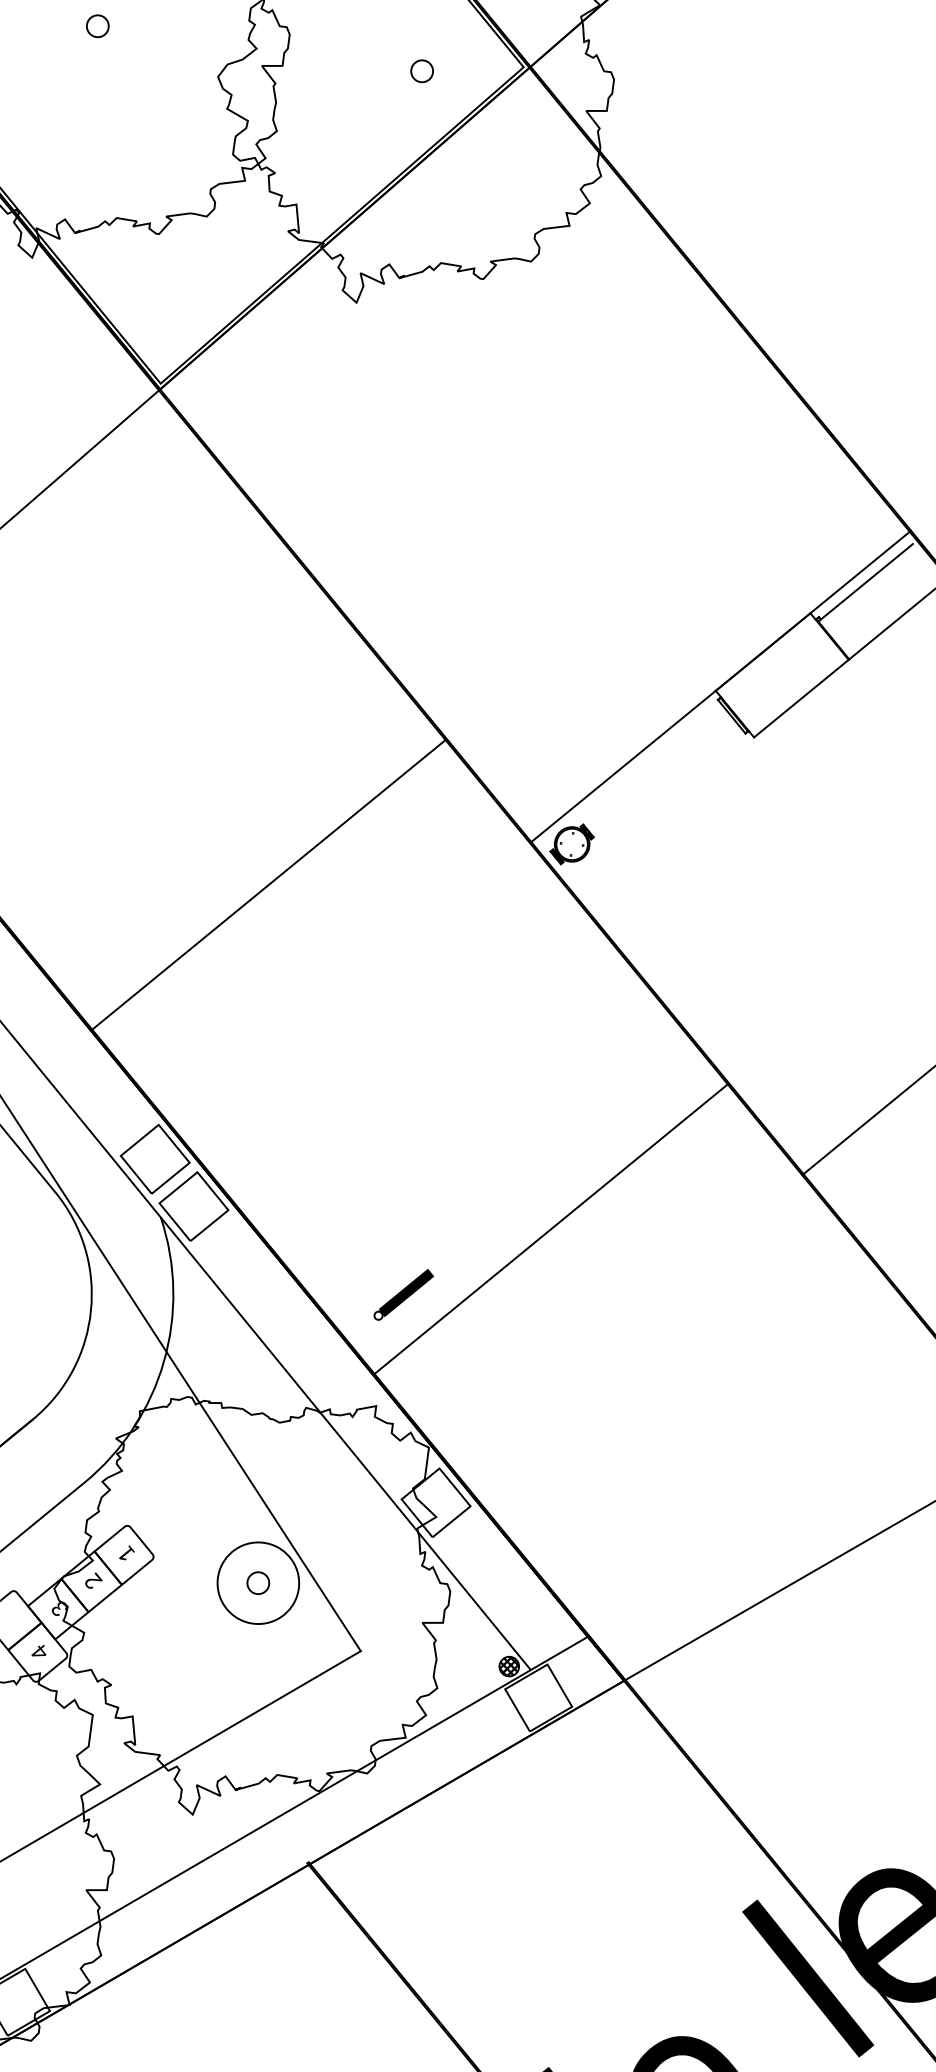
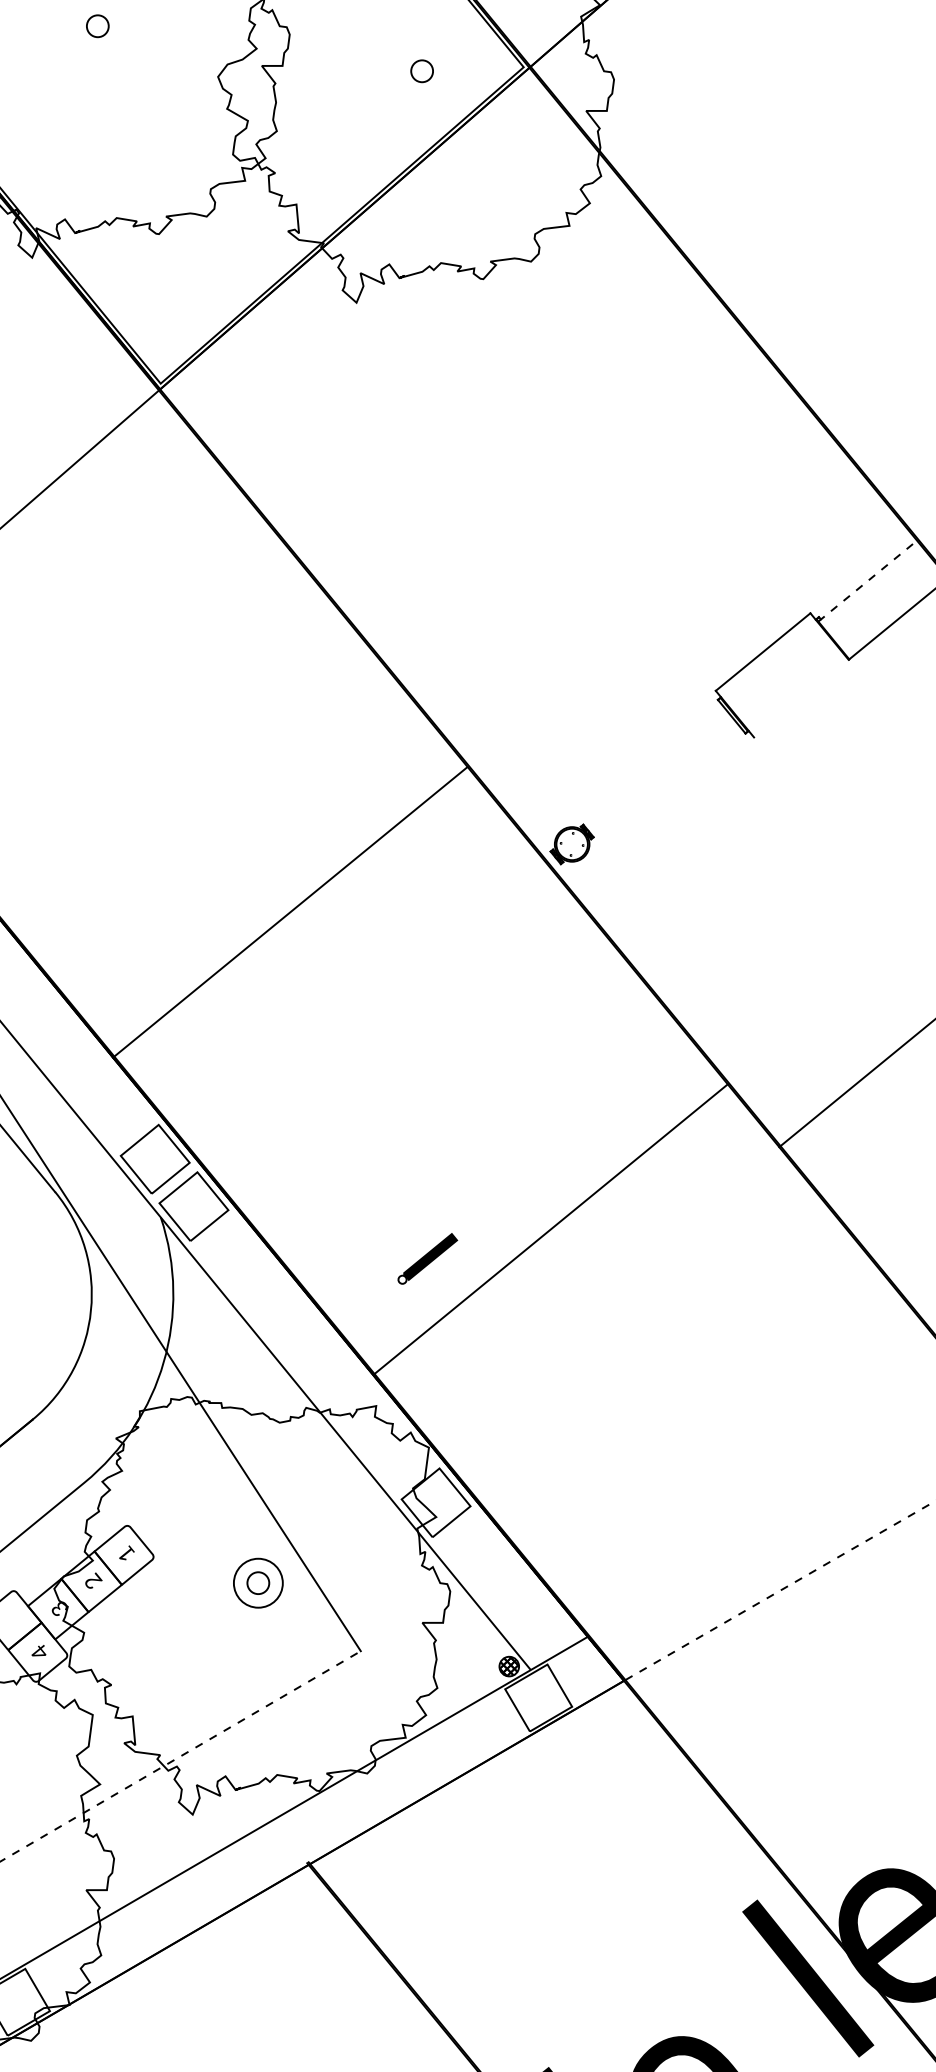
line at (866, 582): solid -> dashed
line at (720, 686): present -> none
line at (801, 698): present -> none
line at (268, 885) position: (268, 885) -> (290, 912)
line at (867, 1121) position: (867, 1121) -> (855, 1084)
part at (403, 1294) position: (403, 1294) -> (427, 1258)
circle at (258, 1583) diameter: 82 px -> 49 px
line at (780, 1590): solid -> dashed
line at (180, 1756): solid -> dashed
